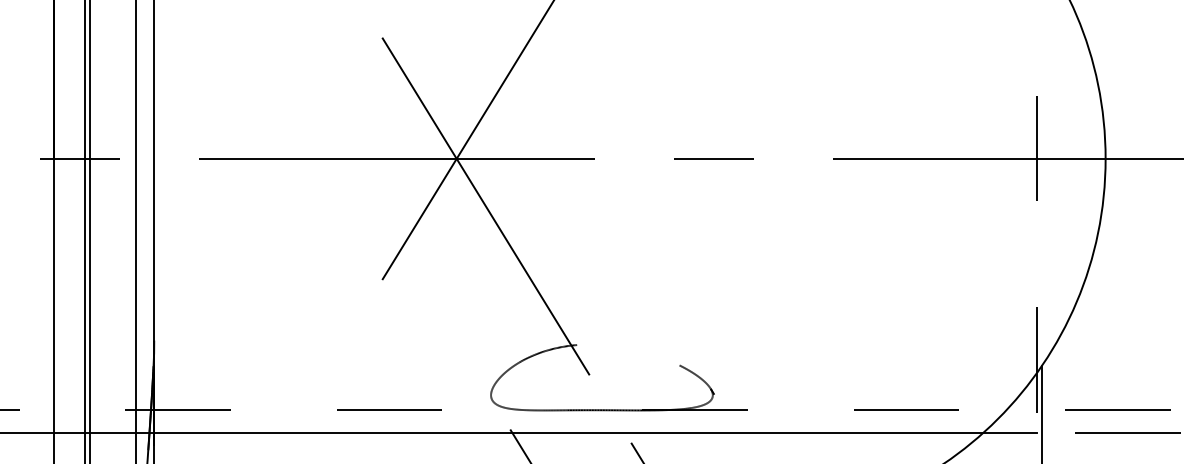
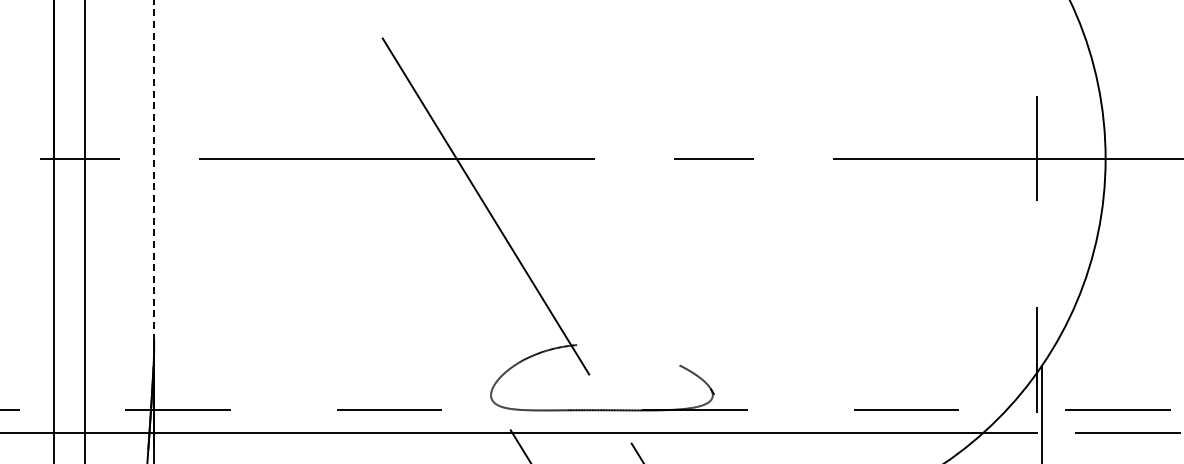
line at (467, 141): present -> none
line at (154, 169): solid -> dashed
line at (90, 231): present -> none
line at (135, 231): present -> none
